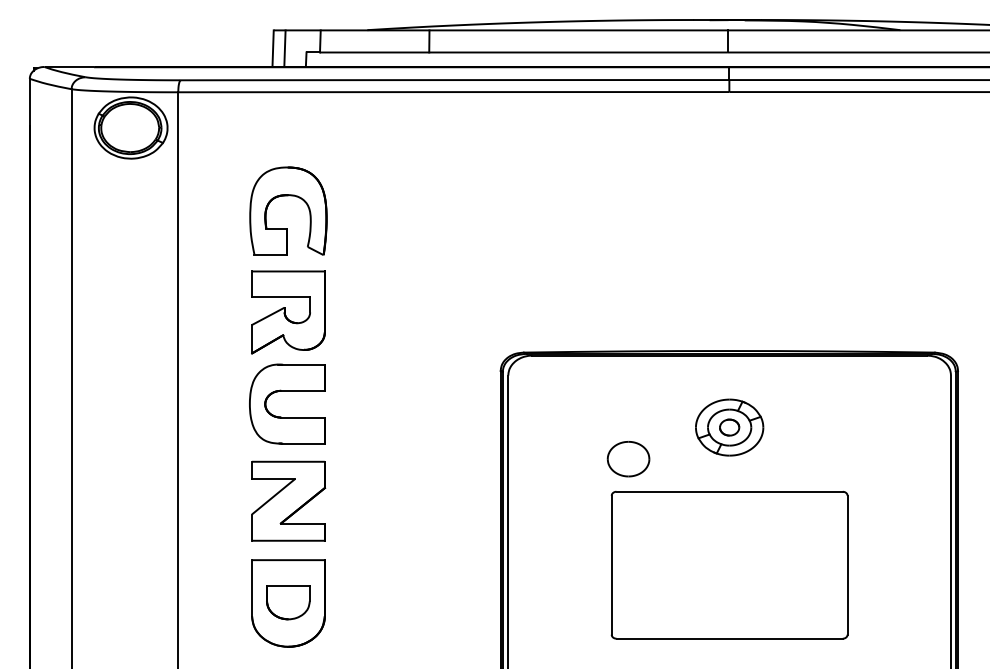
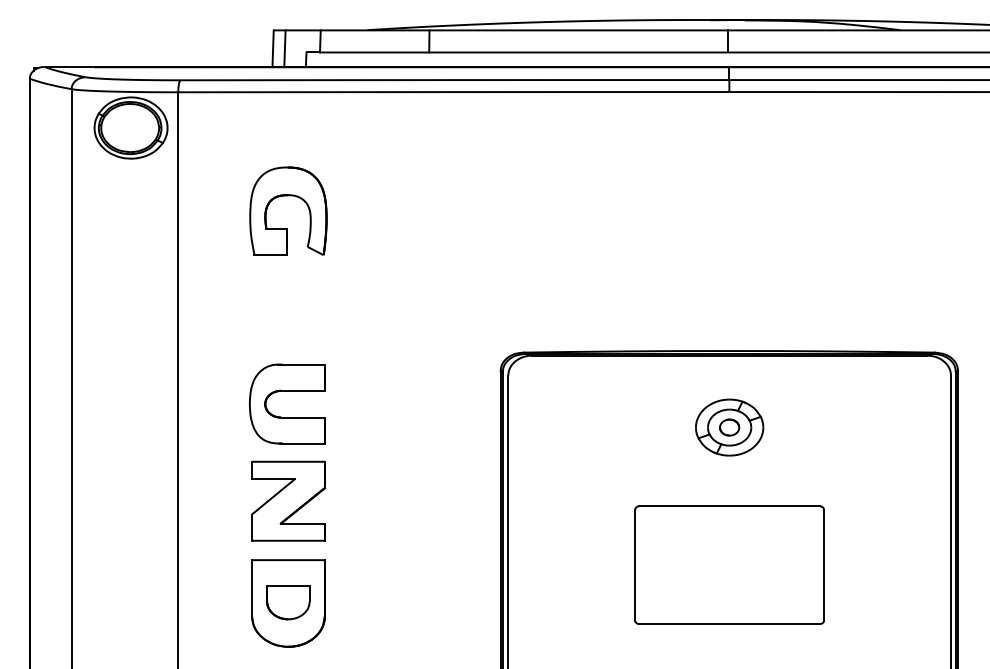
part at (288, 312): present -> none
part at (628, 459): present -> none
part at (729, 564) size: 239x150 px -> 191x120 px
